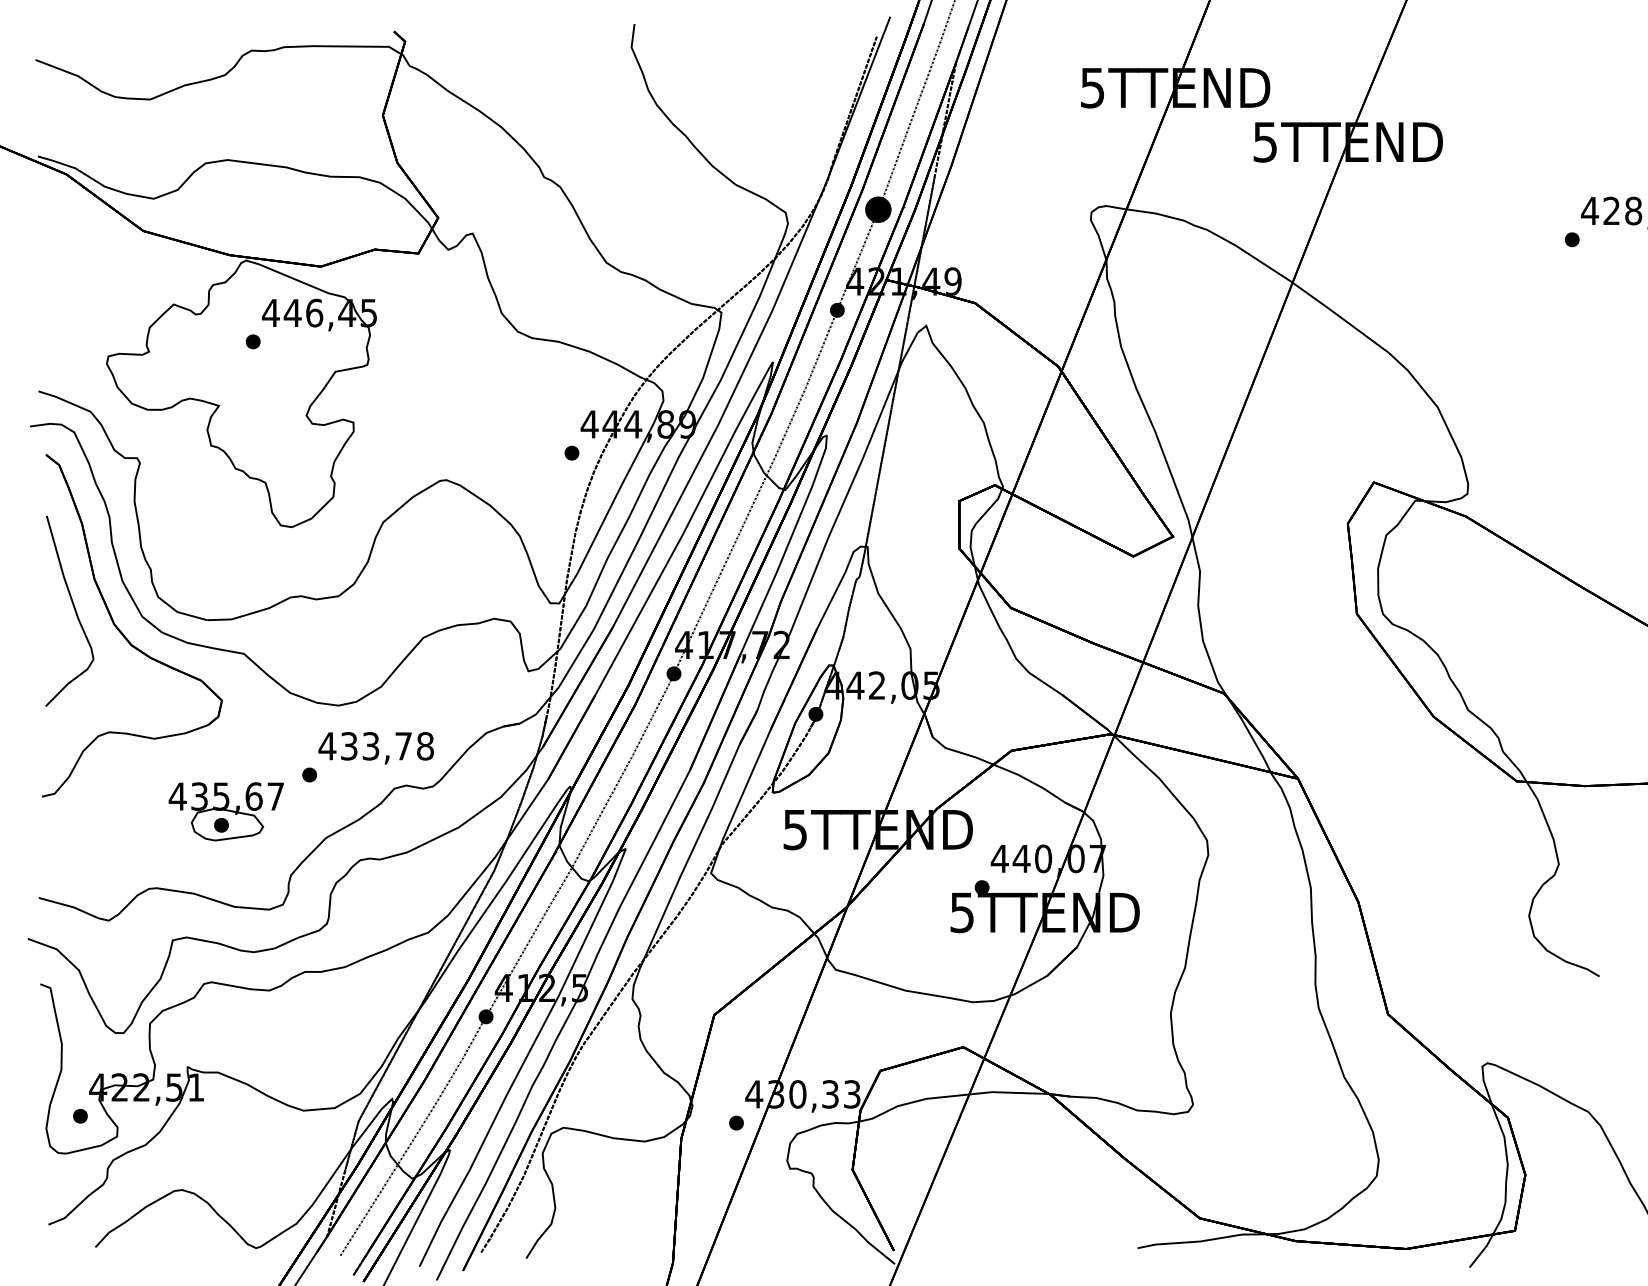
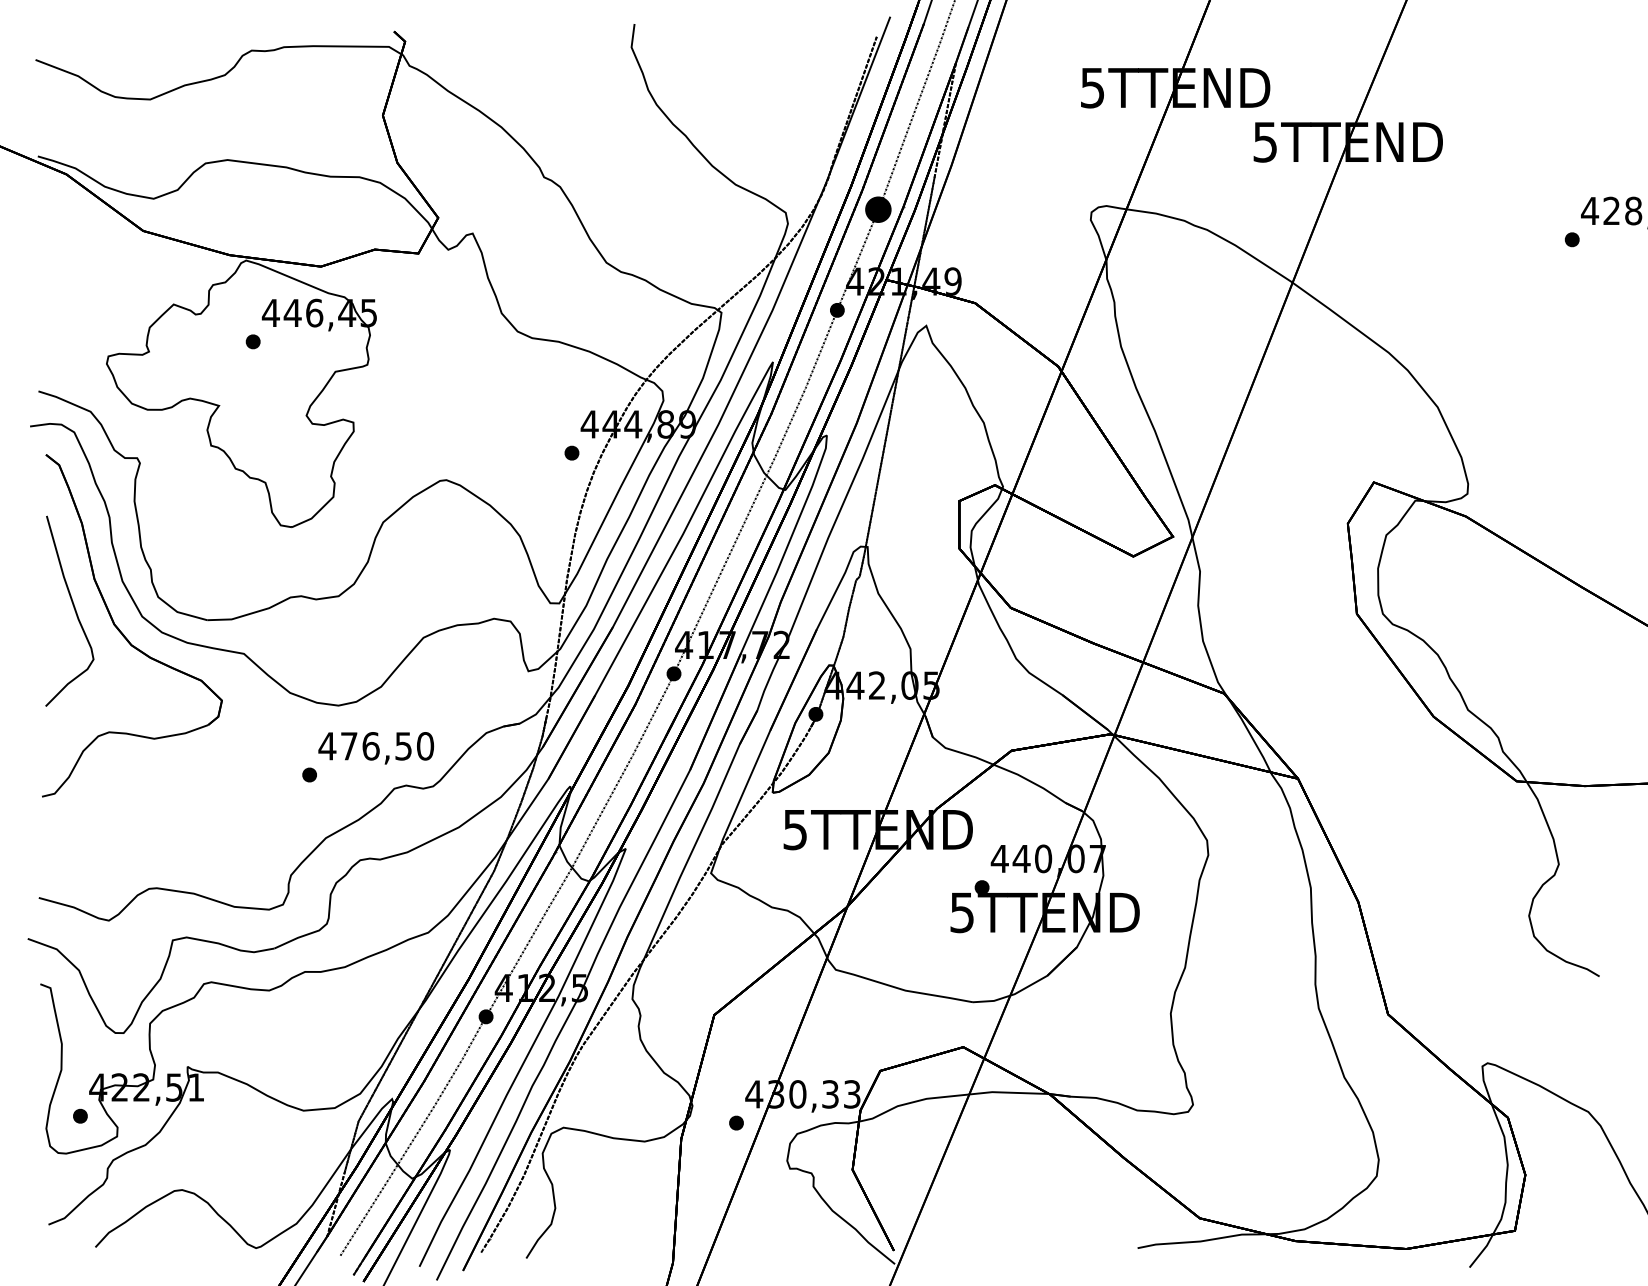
text at (387, 746): 433,78 -> 476,50
part at (225, 811): present -> none
